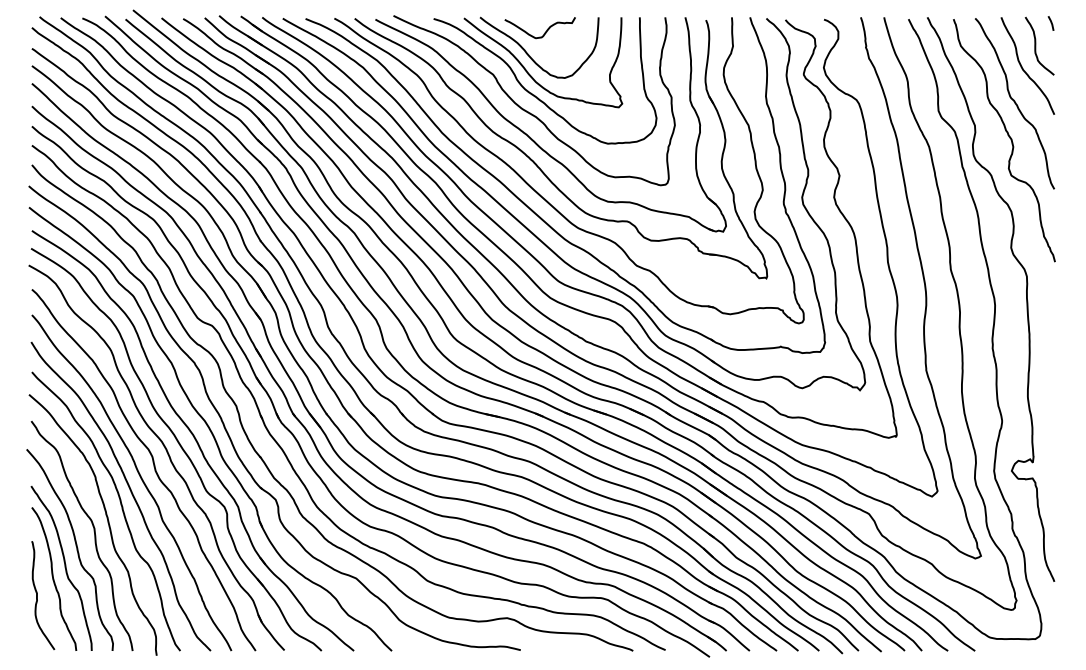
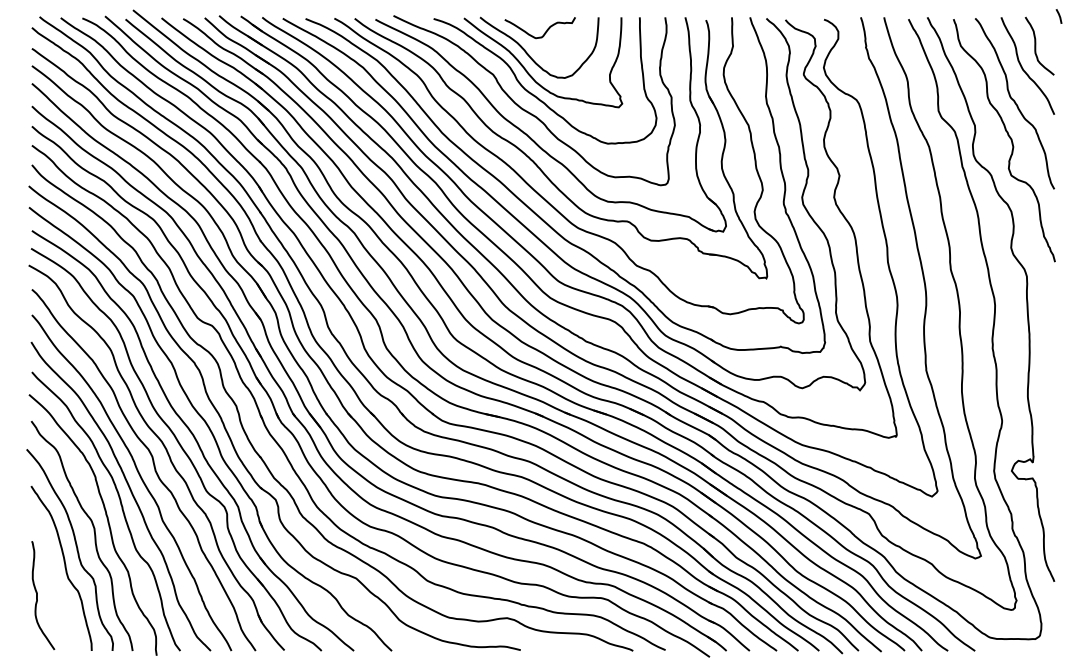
line at (1050, 23) position: (1050, 23) -> (1058, 16)
curve at (54, 578): present -> none
